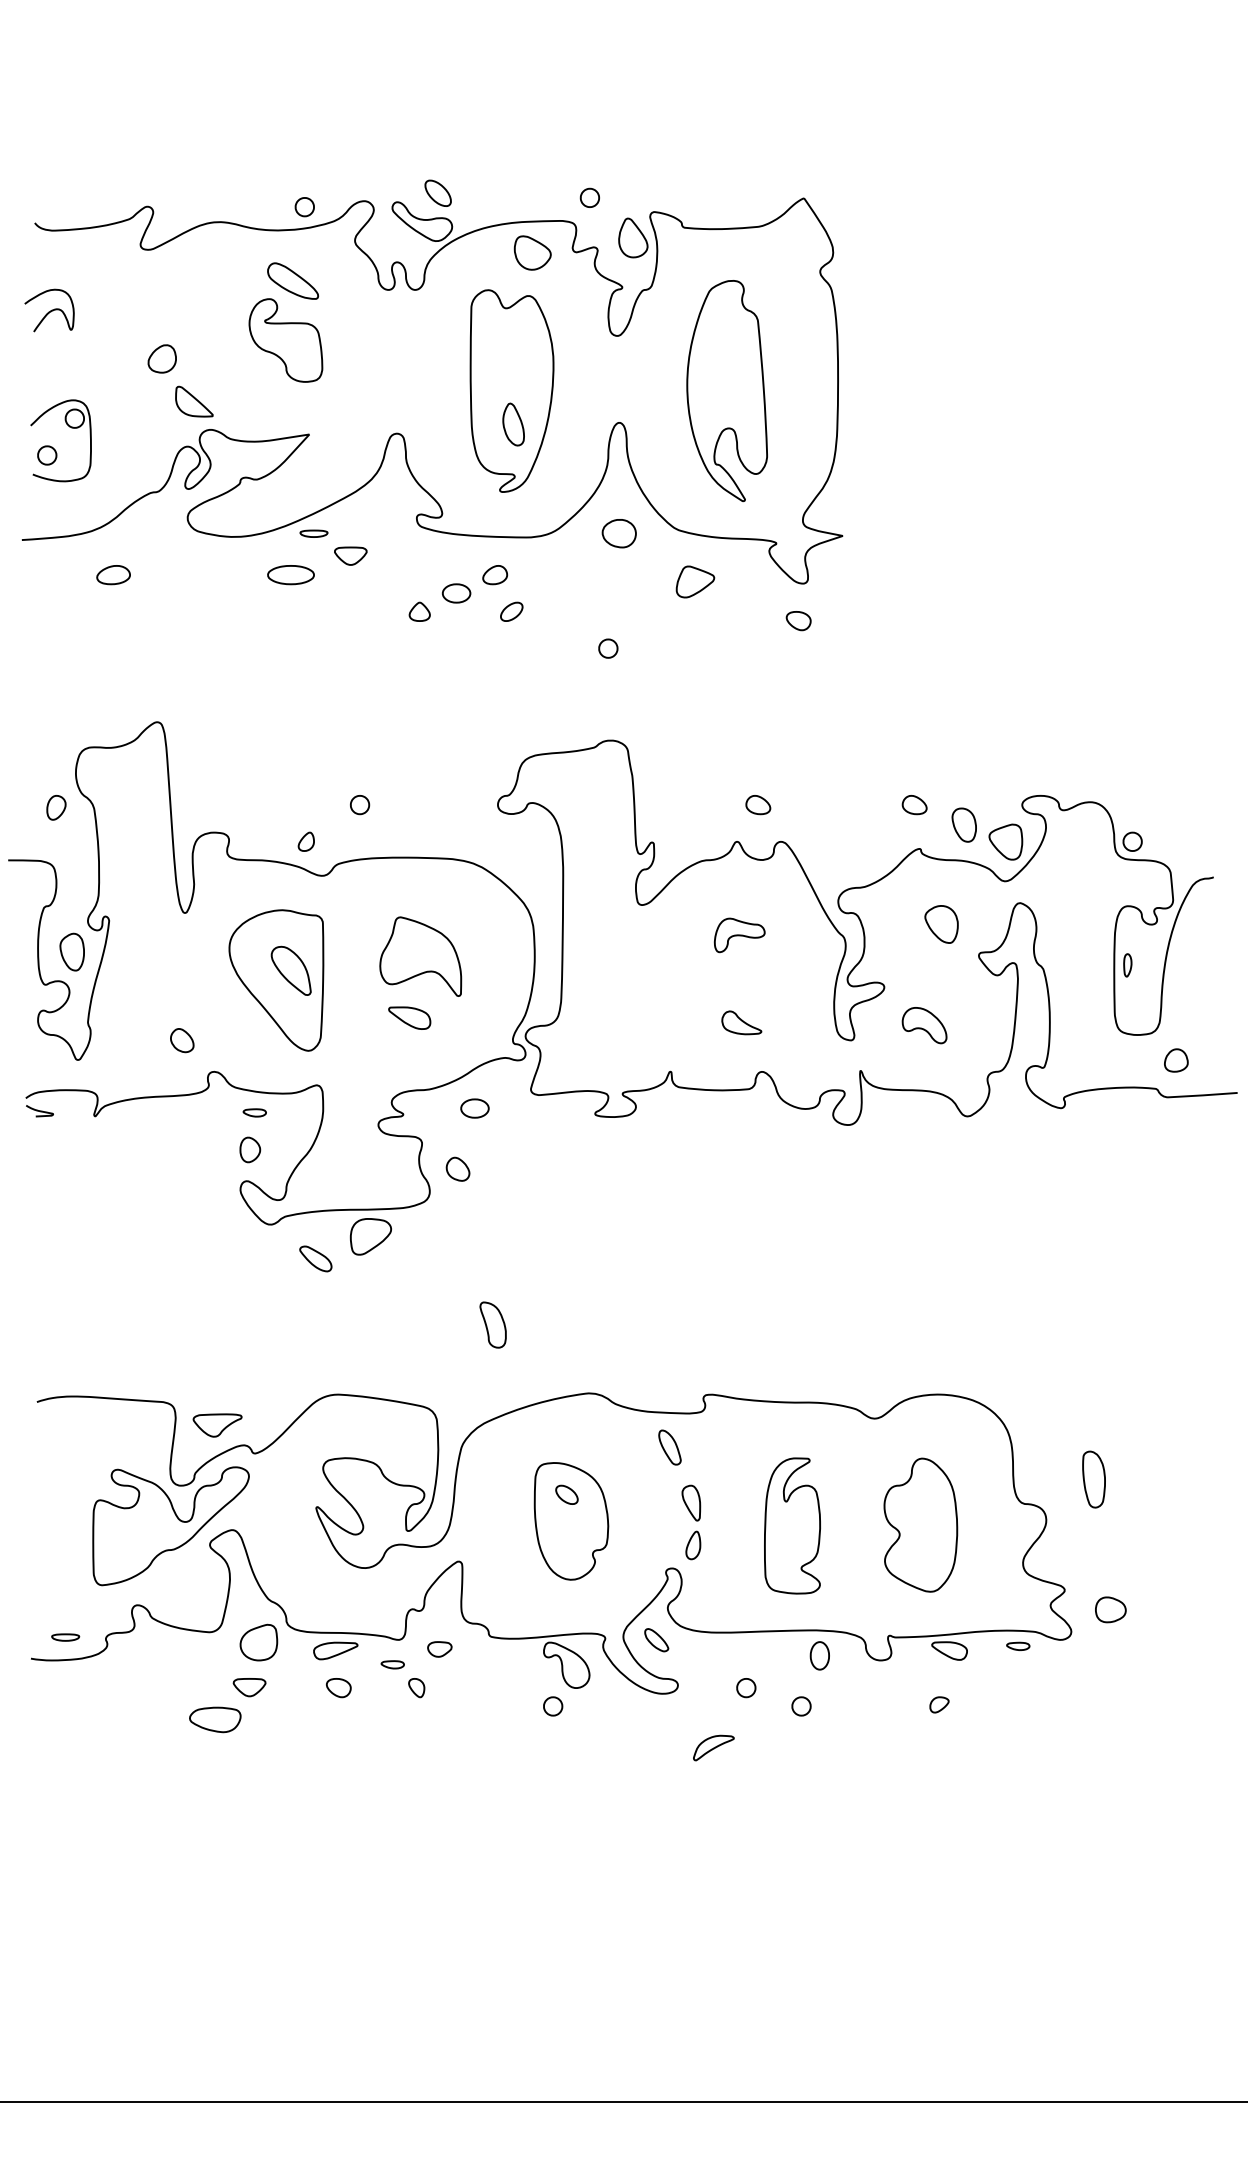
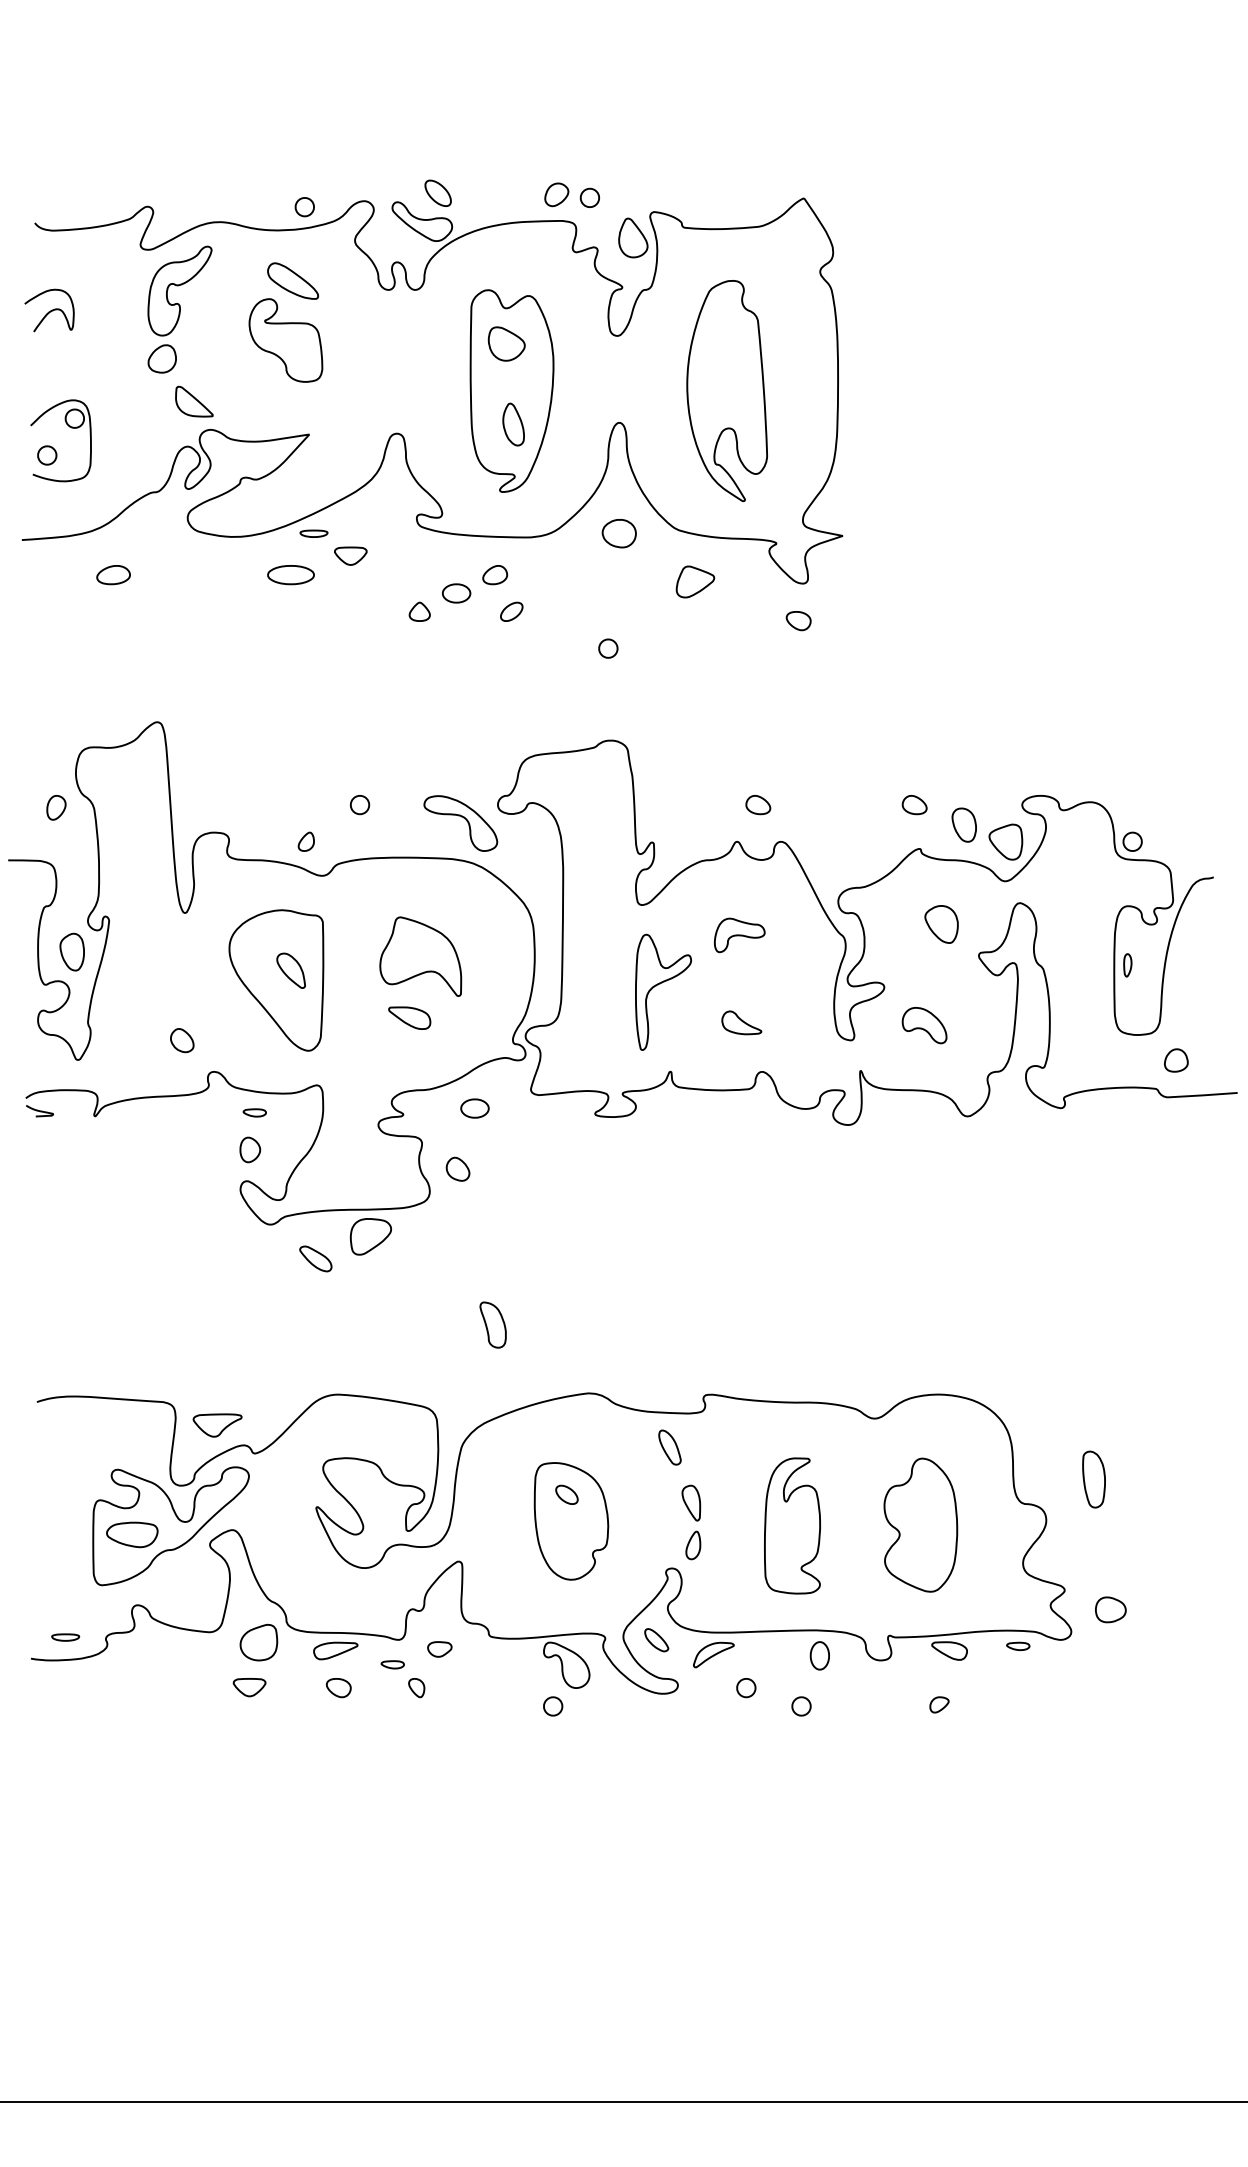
part at (556, 194): none -> present
part at (532, 252) position: (532, 252) -> (506, 343)
part at (179, 290): none -> present
part at (460, 823): none -> present
part at (290, 970) size: 42x51 px -> 30x37 px
part at (660, 984): none -> present
part at (215, 1719) position: (215, 1719) -> (132, 1534)
part at (713, 1747) position: (713, 1747) -> (713, 1654)
